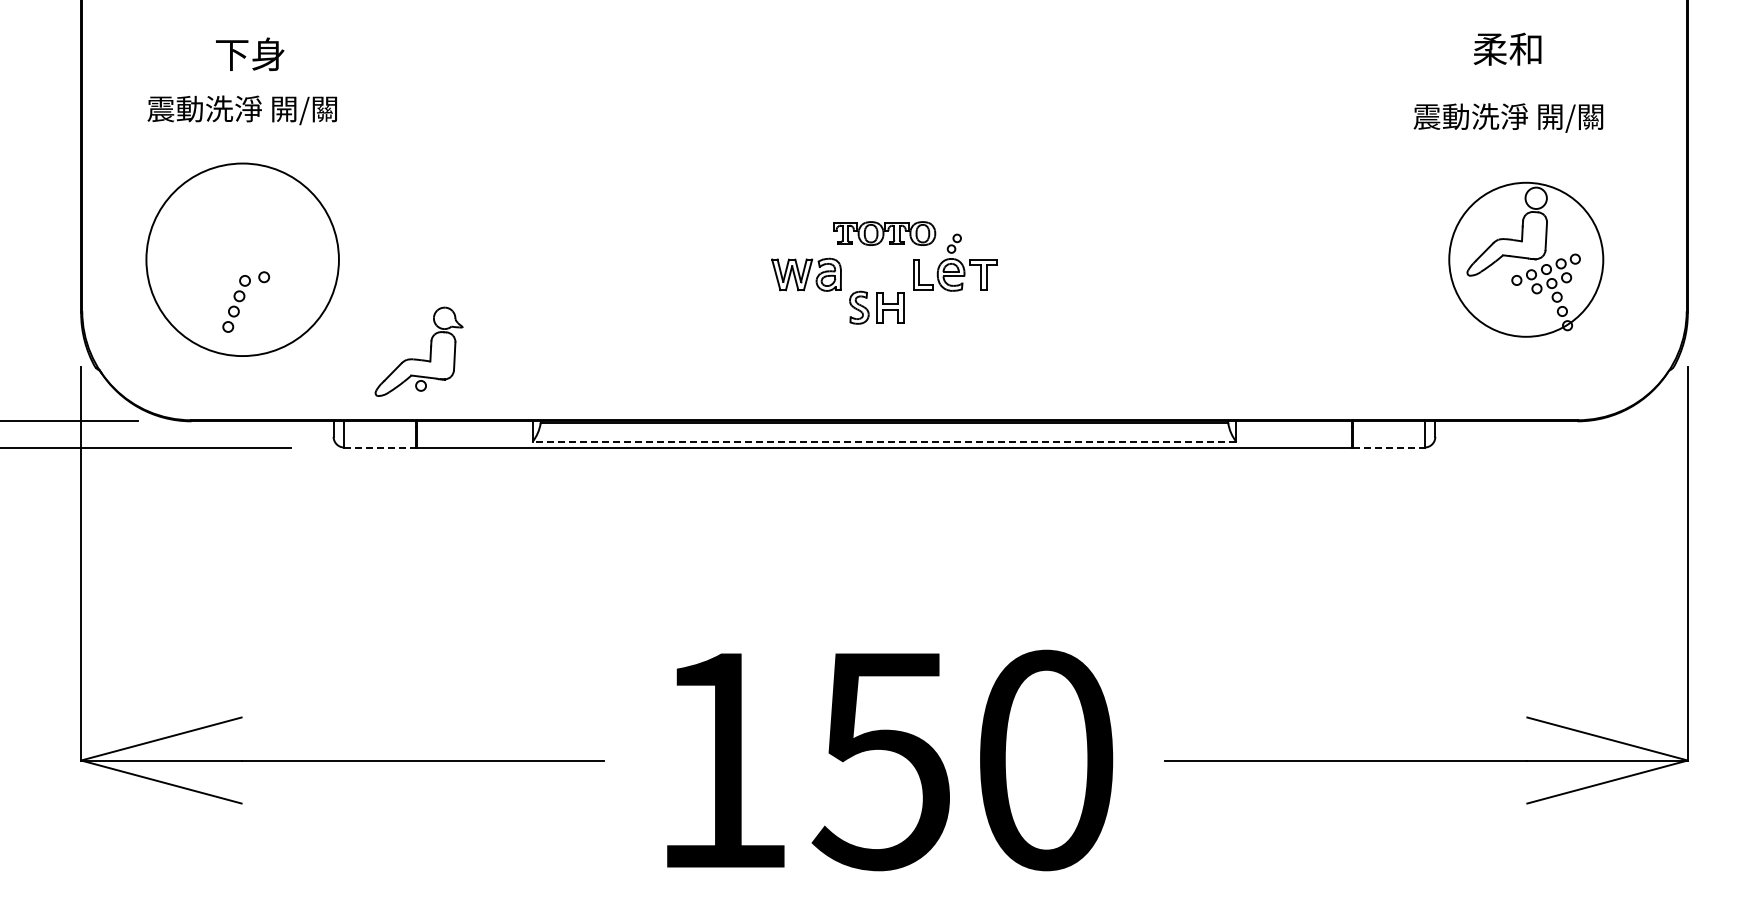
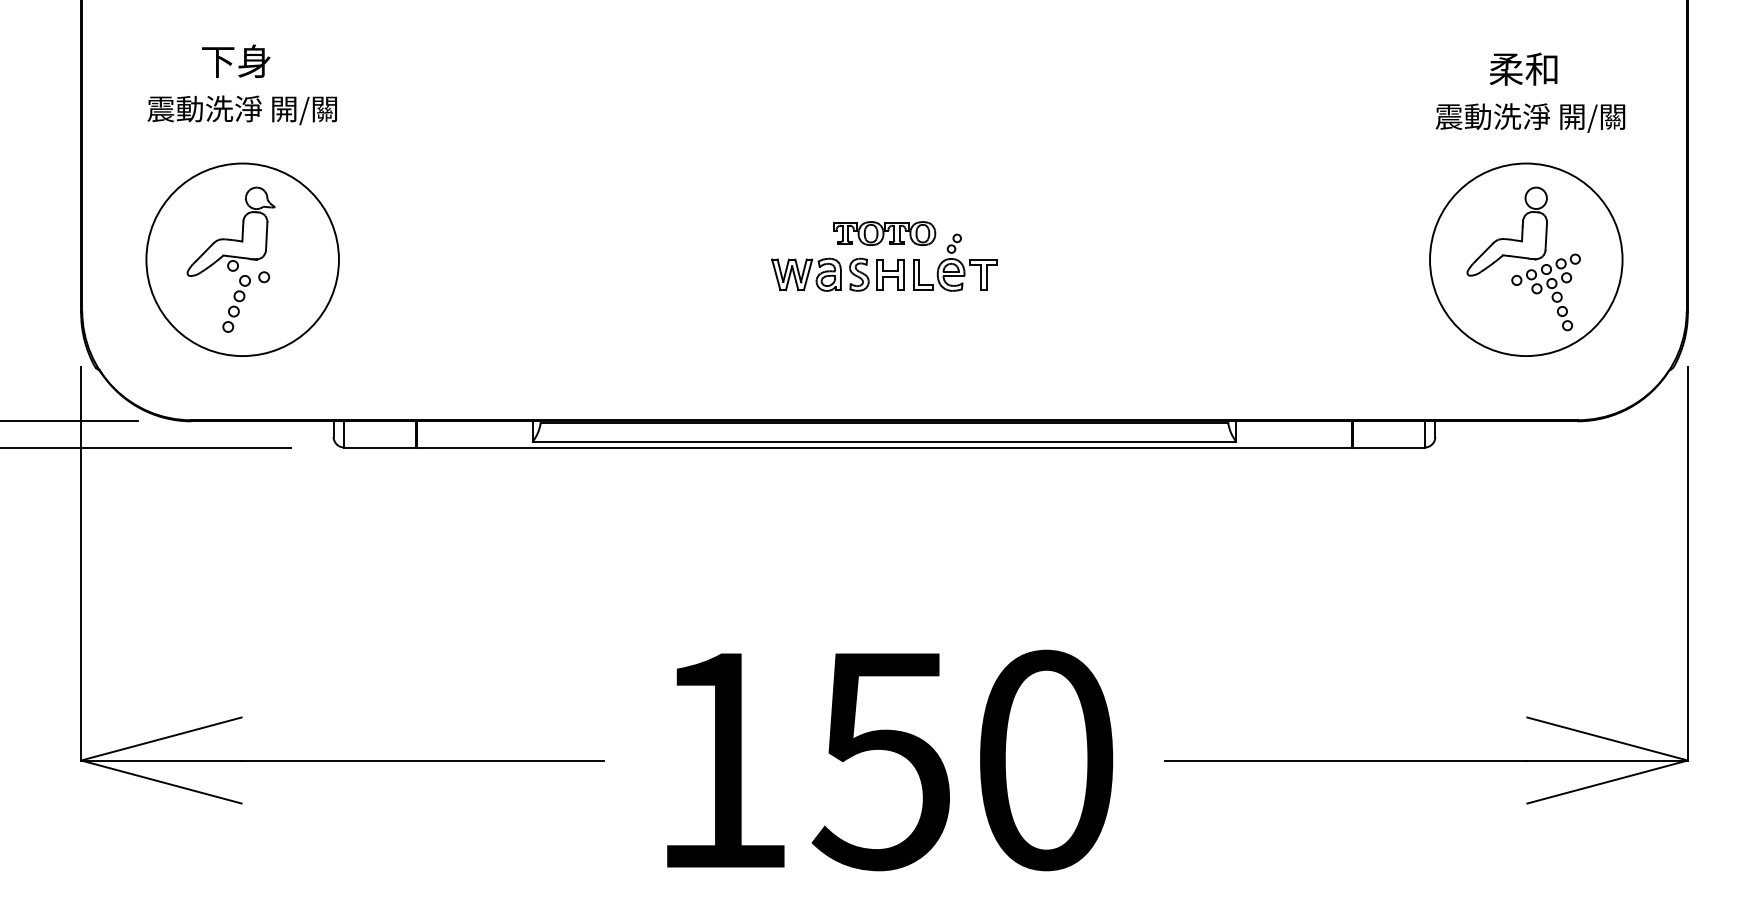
text at (1507, 48) position: (1507, 48) -> (1523, 68)
text at (250, 53) position: (250, 53) -> (236, 60)
text at (1508, 117) position: (1508, 117) -> (1530, 117)
circle at (1526, 259) diameter: 154 px -> 193 px
part at (876, 307) position: (876, 307) -> (876, 274)
part at (417, 358) position: (417, 358) -> (229, 238)
line at (884, 441): dashed -> solid
line at (380, 447): dashed -> solid
line at (1388, 447): dashed -> solid
